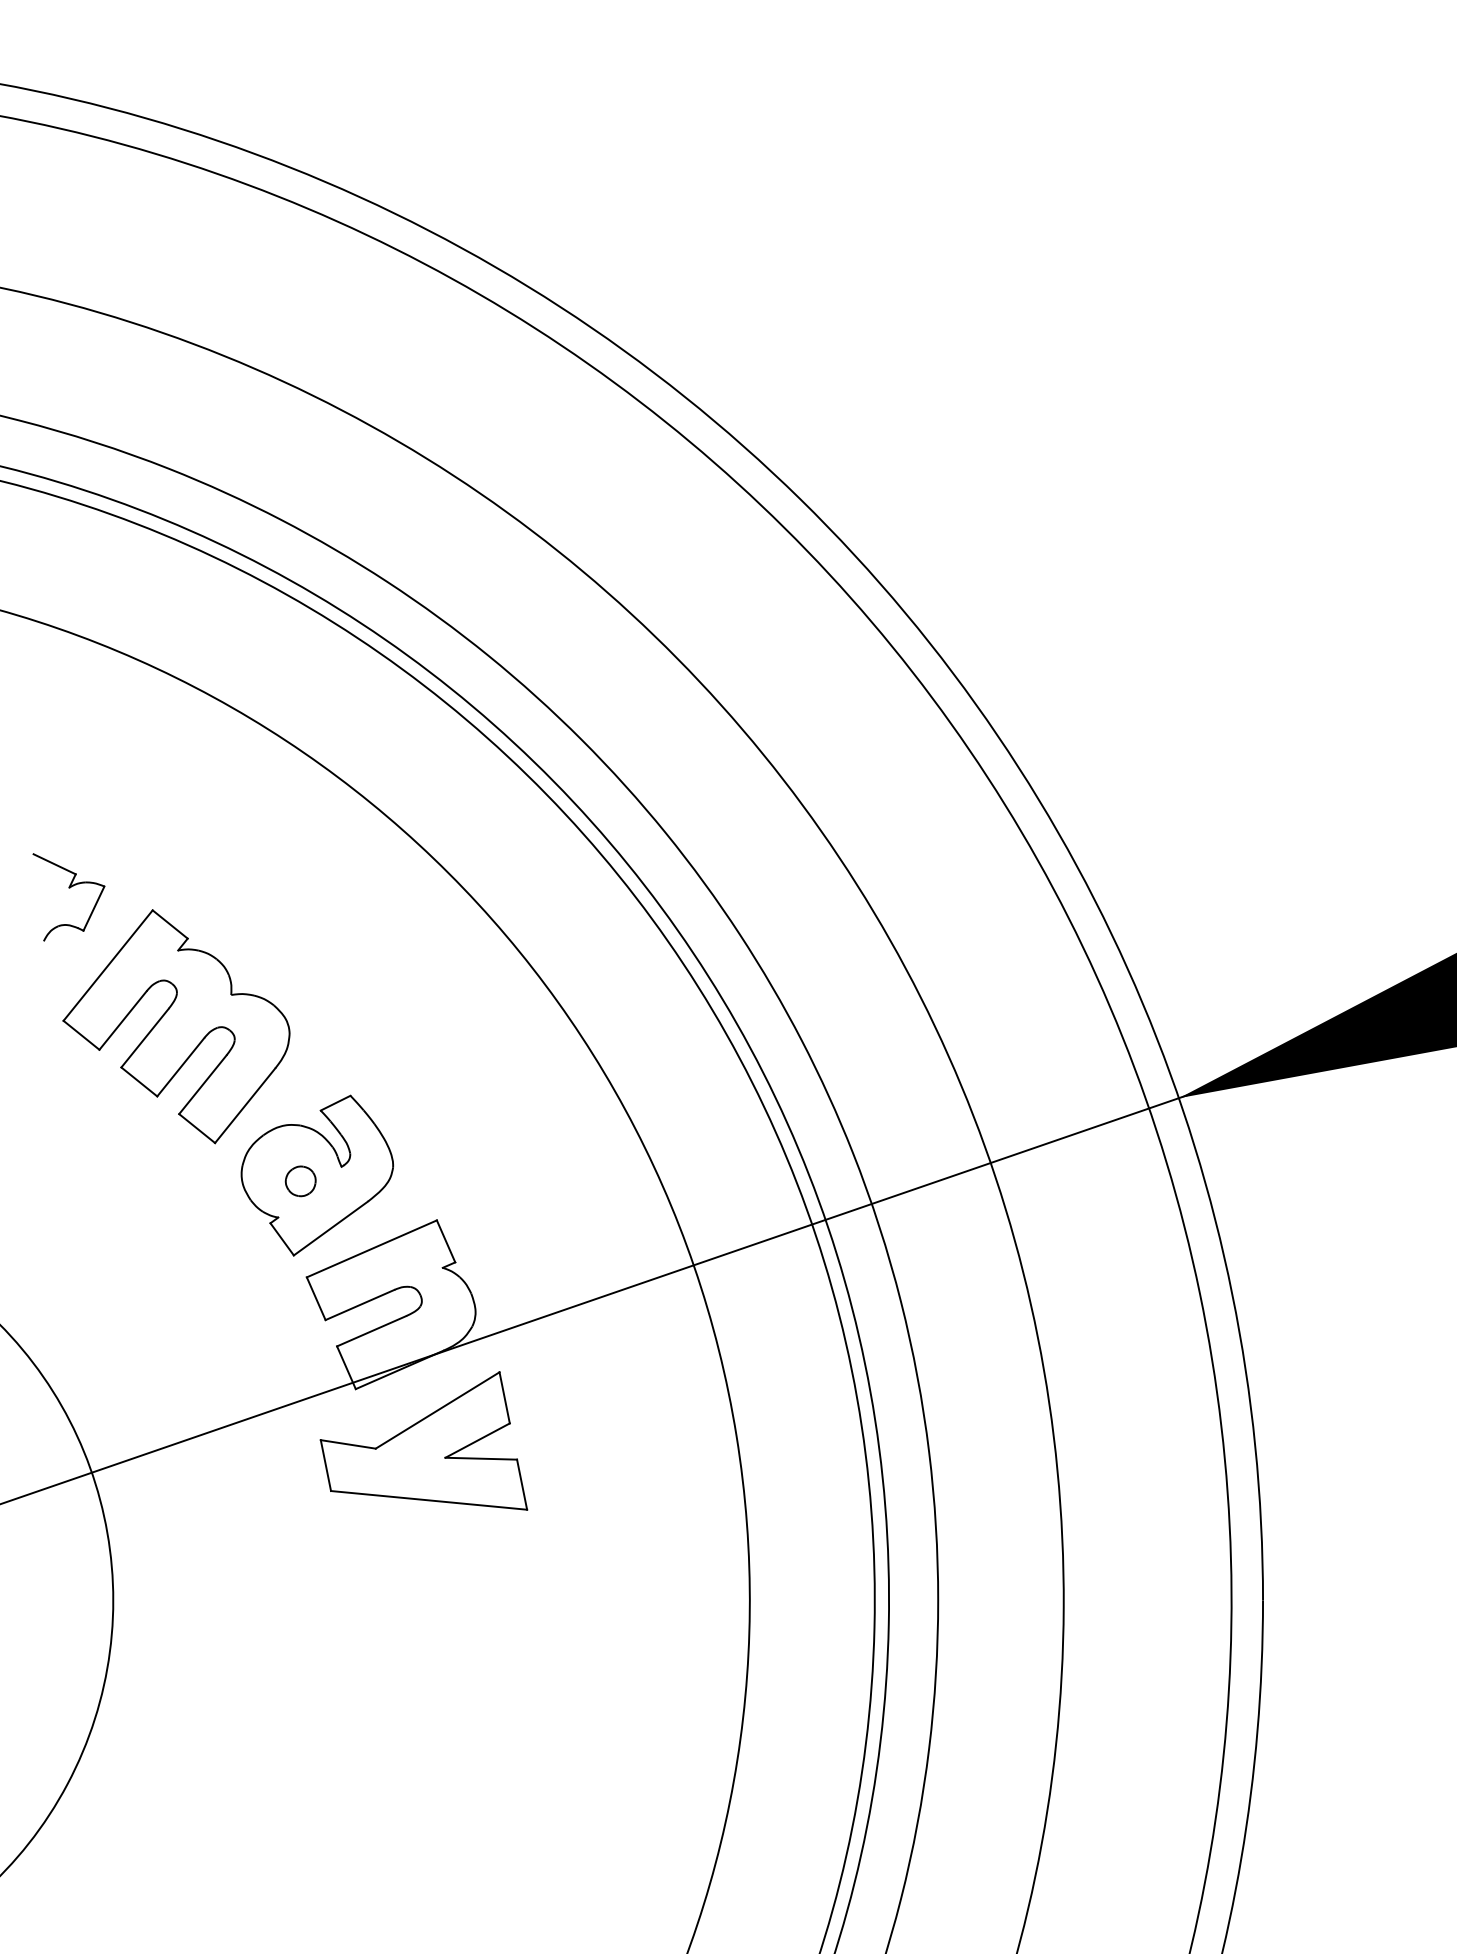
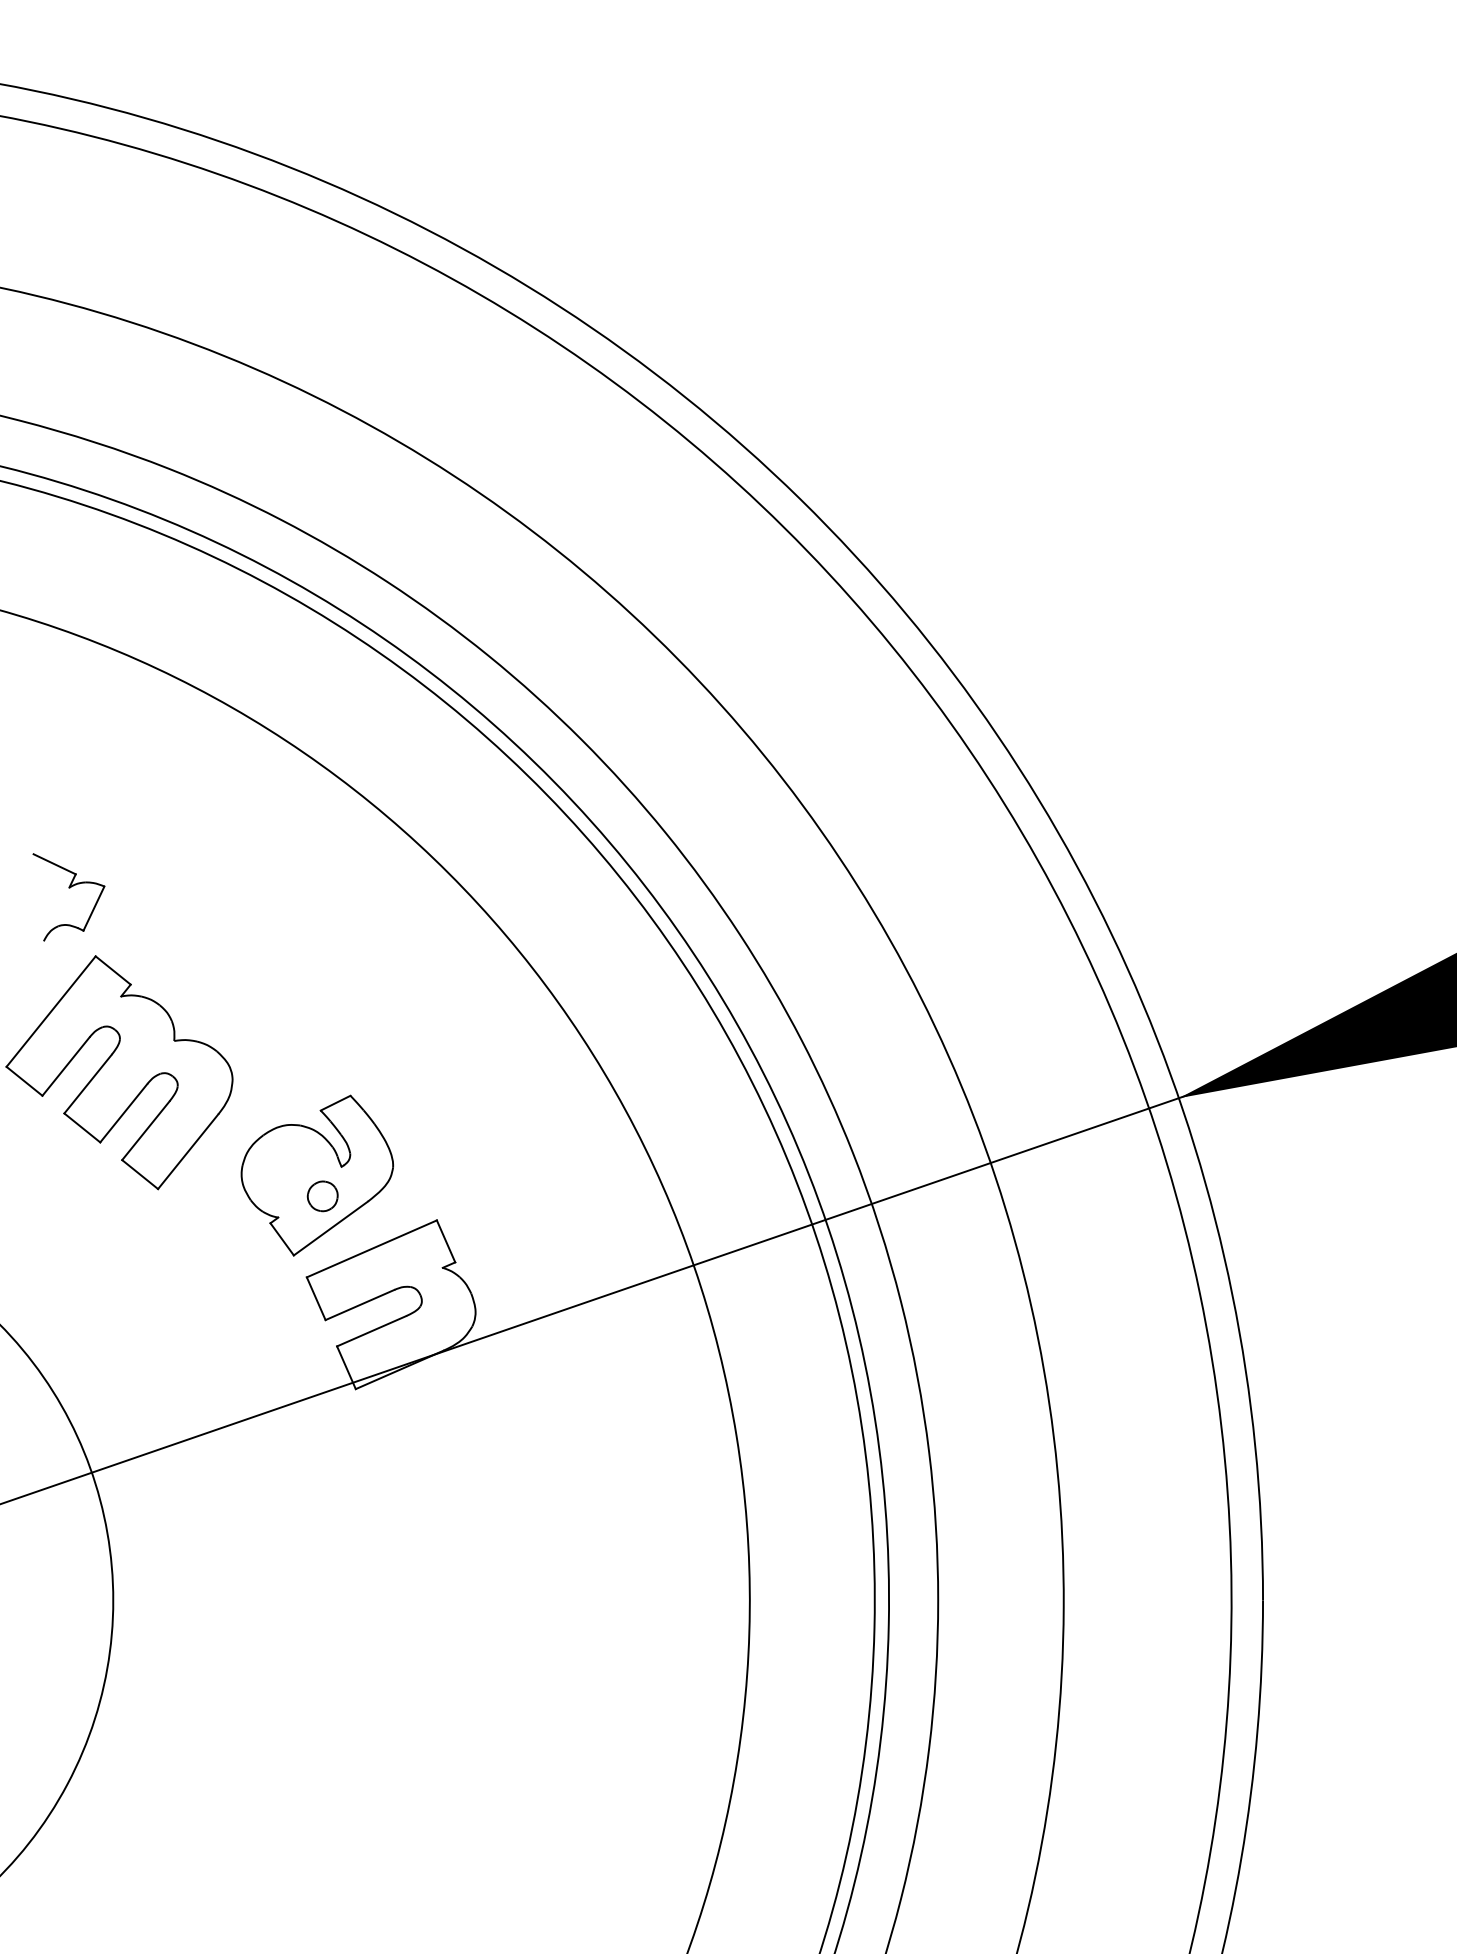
part at (176, 1026) position: (176, 1026) -> (119, 1072)
part at (300, 1181) position: (300, 1181) -> (322, 1196)
part at (423, 1440): present -> none
